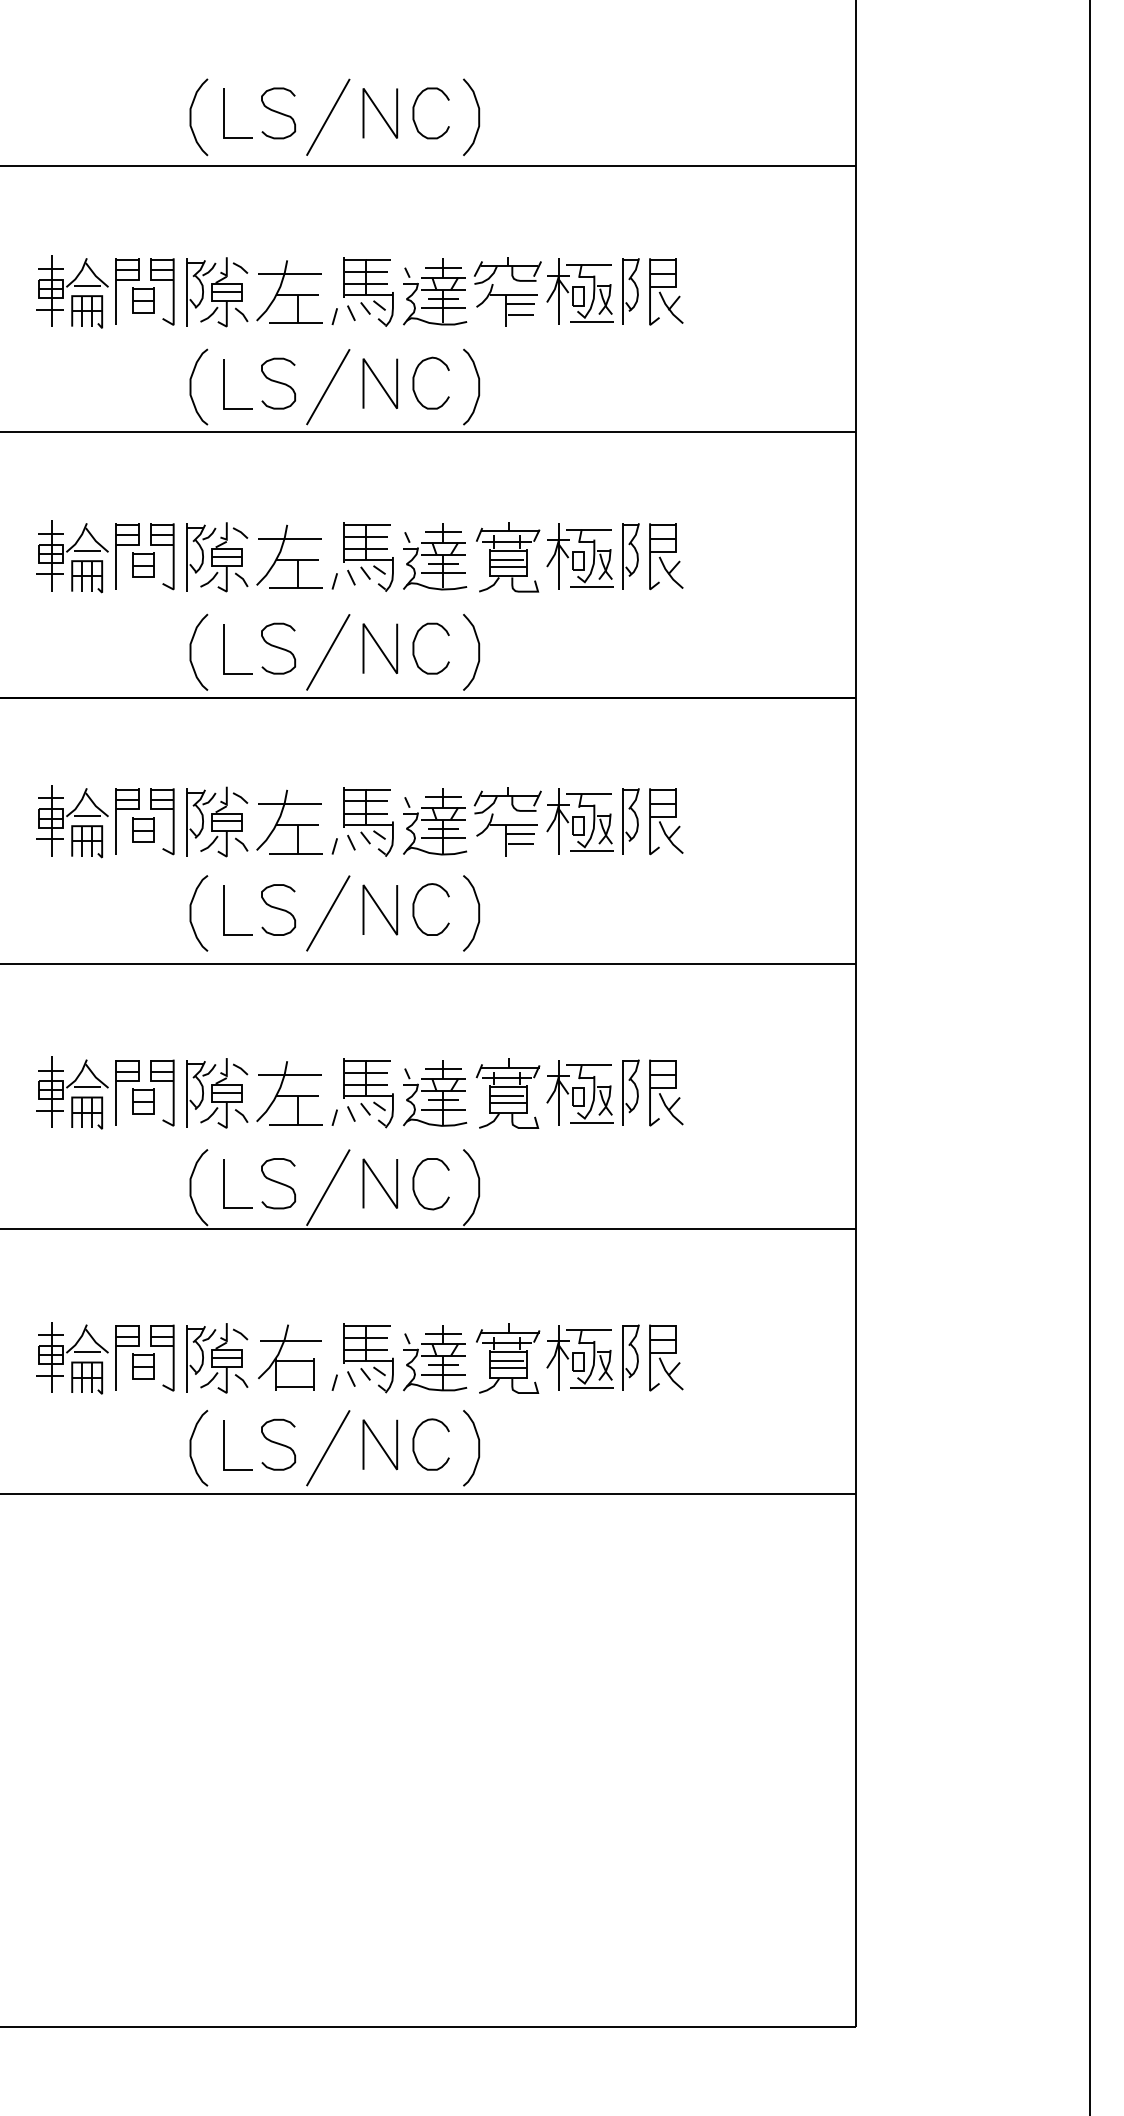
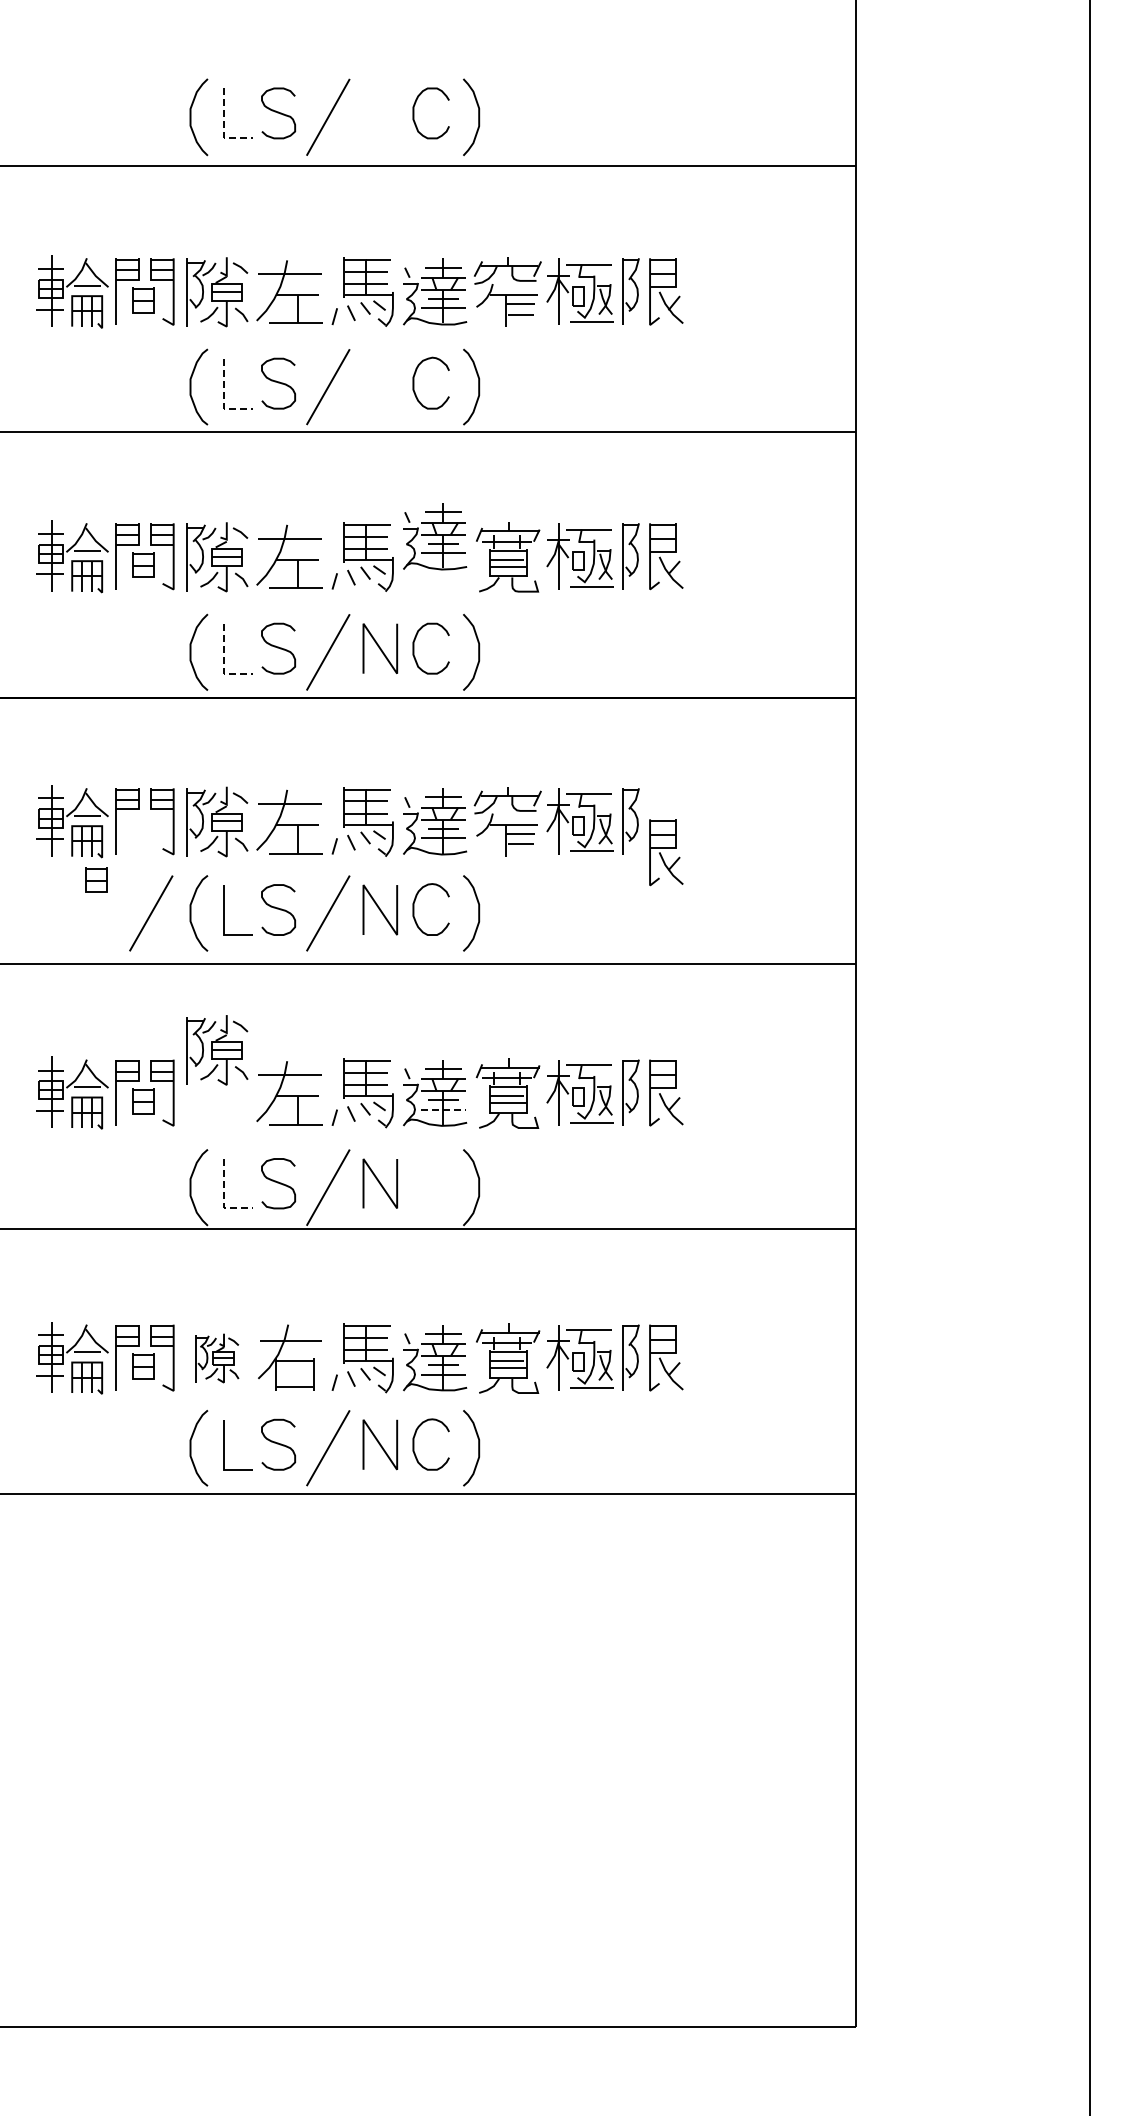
line at (380, 113): present -> none
line at (224, 128): solid -> dashed
line at (380, 383): present -> none
line at (224, 398): solid -> dashed
part at (435, 556) position: (435, 556) -> (435, 536)
line at (224, 663): solid -> dashed
part at (666, 821) position: (666, 821) -> (666, 852)
part at (143, 829) position: (143, 829) -> (96, 879)
line at (151, 913): none -> present
part at (217, 1093) position: (217, 1093) -> (217, 1050)
line at (444, 1109): solid -> dashed
curve at (414, 1184): present -> none
line at (224, 1198): solid -> dashed
part at (217, 1358) size: 63x71 px -> 45x51 px
